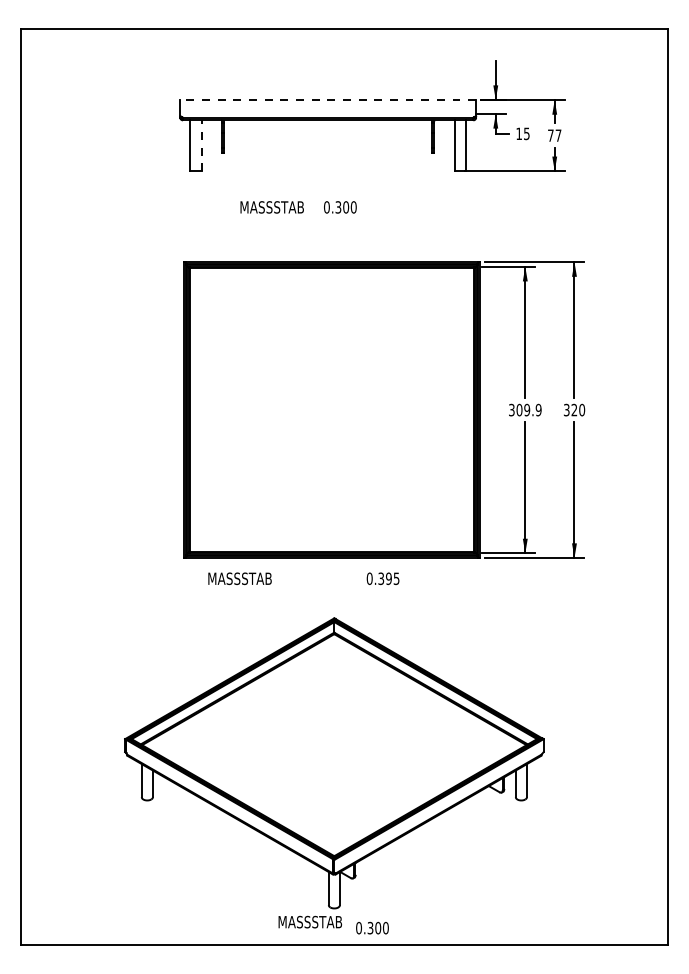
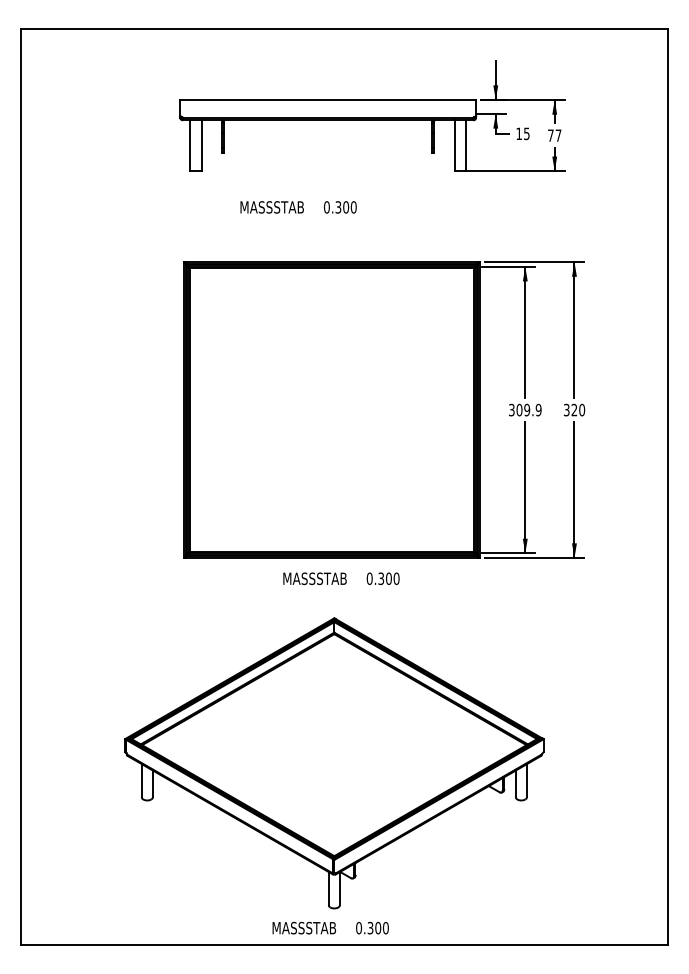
line at (328, 100): dashed -> solid
line at (201, 145): dashed -> solid
text at (239, 578) position: (239, 578) -> (314, 578)
text at (392, 578): 0.395 -> 0.300
text at (309, 921) position: (309, 921) -> (303, 927)
